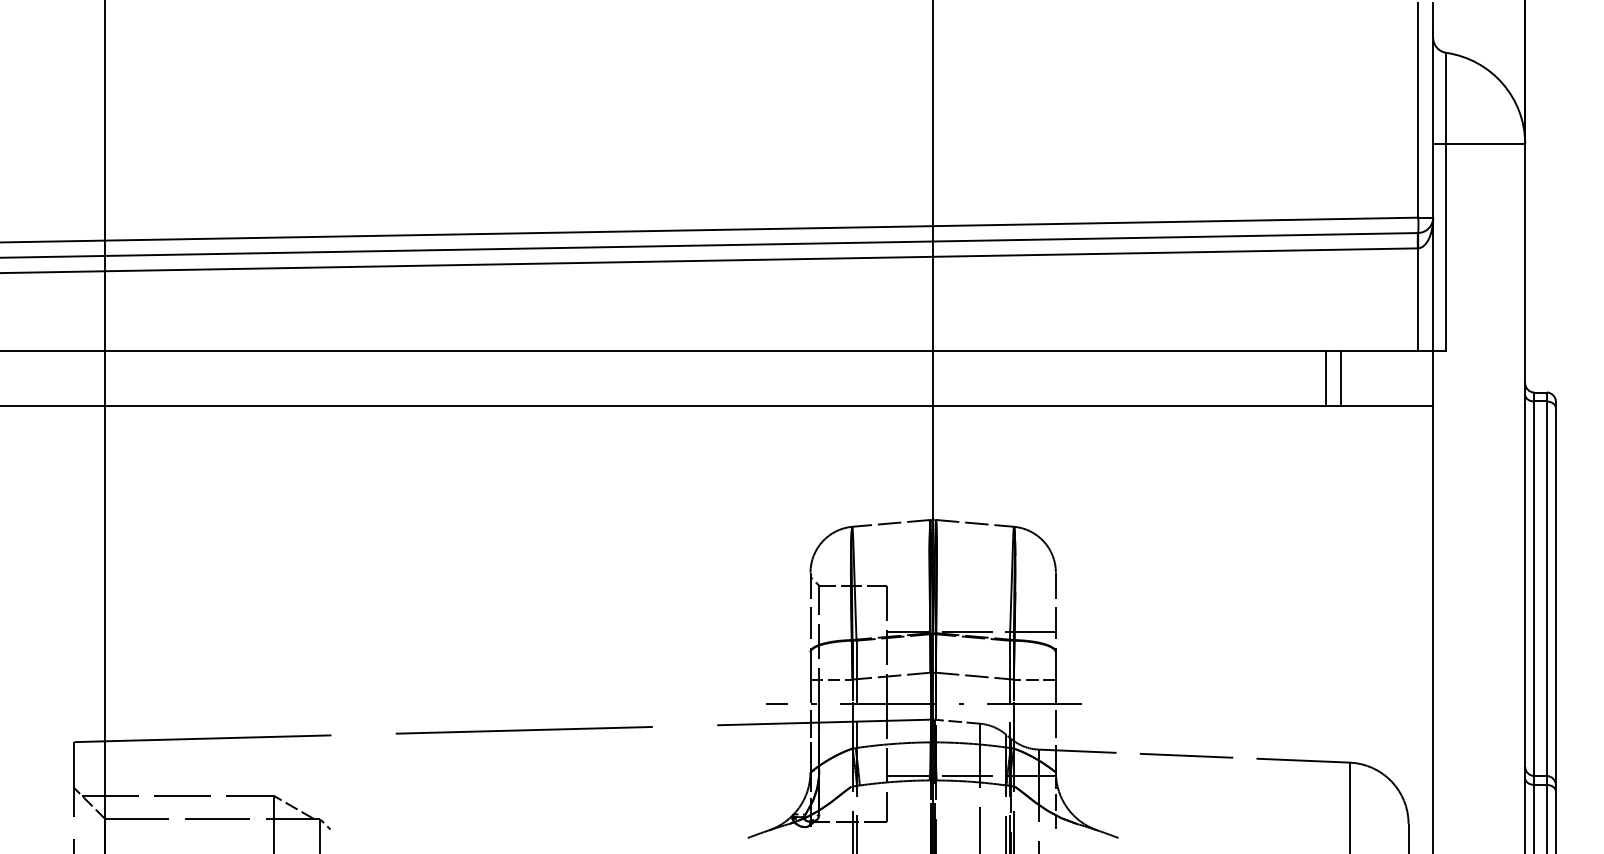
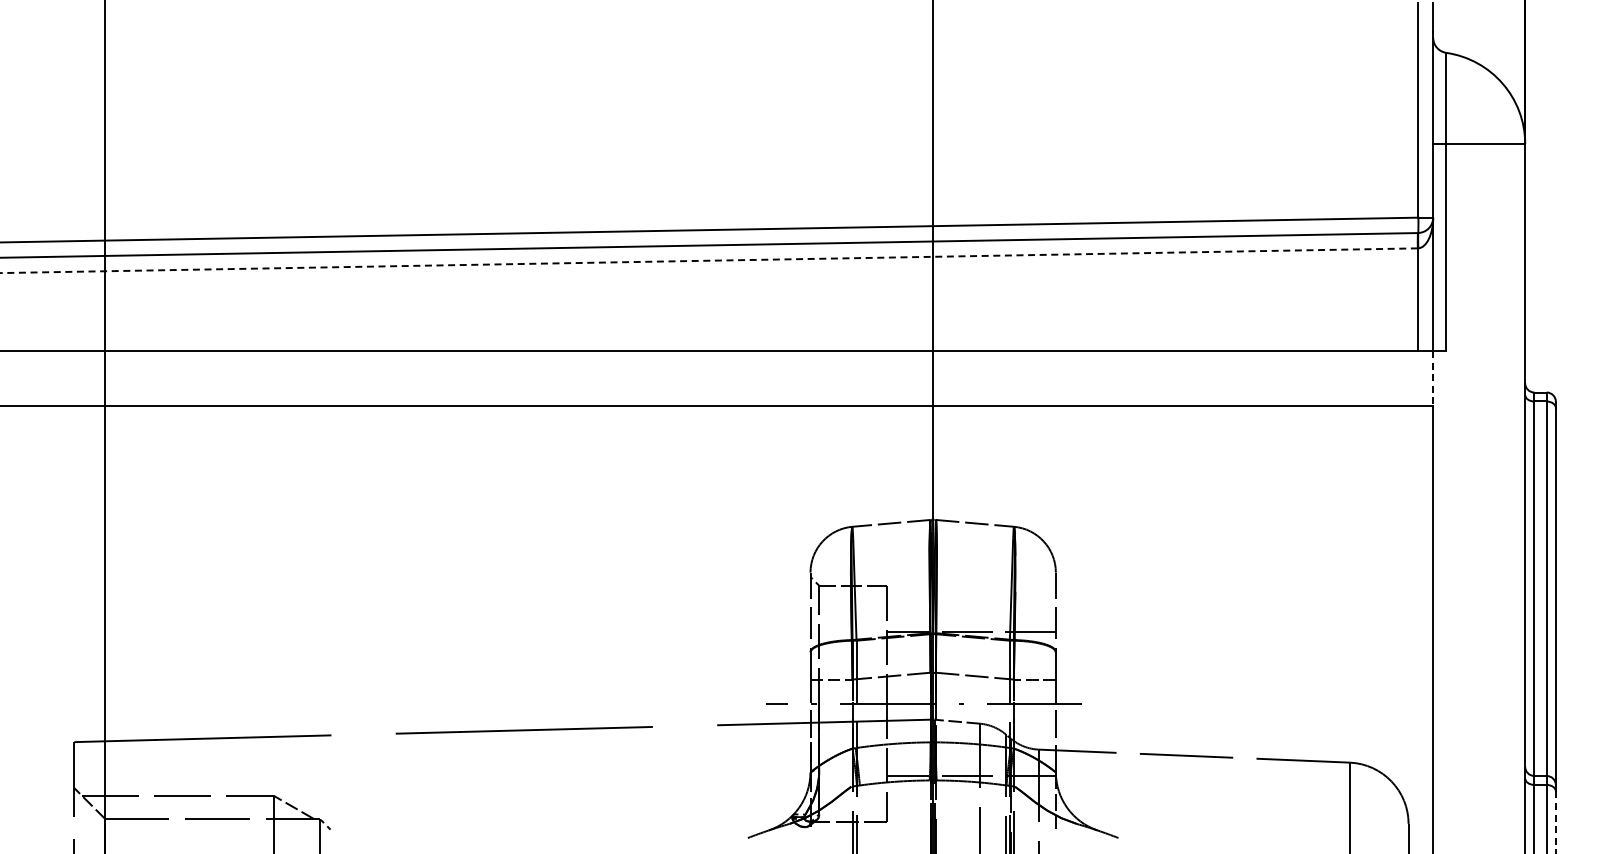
line at (708, 260): solid -> dashed
line at (1325, 378): present -> none
line at (1340, 378): present -> none
line at (1433, 378): solid -> dashed
line at (1555, 822): solid -> dashed
